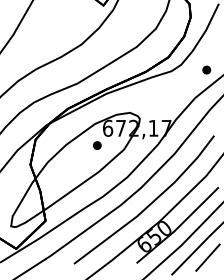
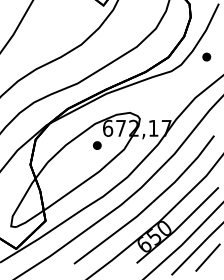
part at (206, 69) position: (206, 69) -> (206, 56)
